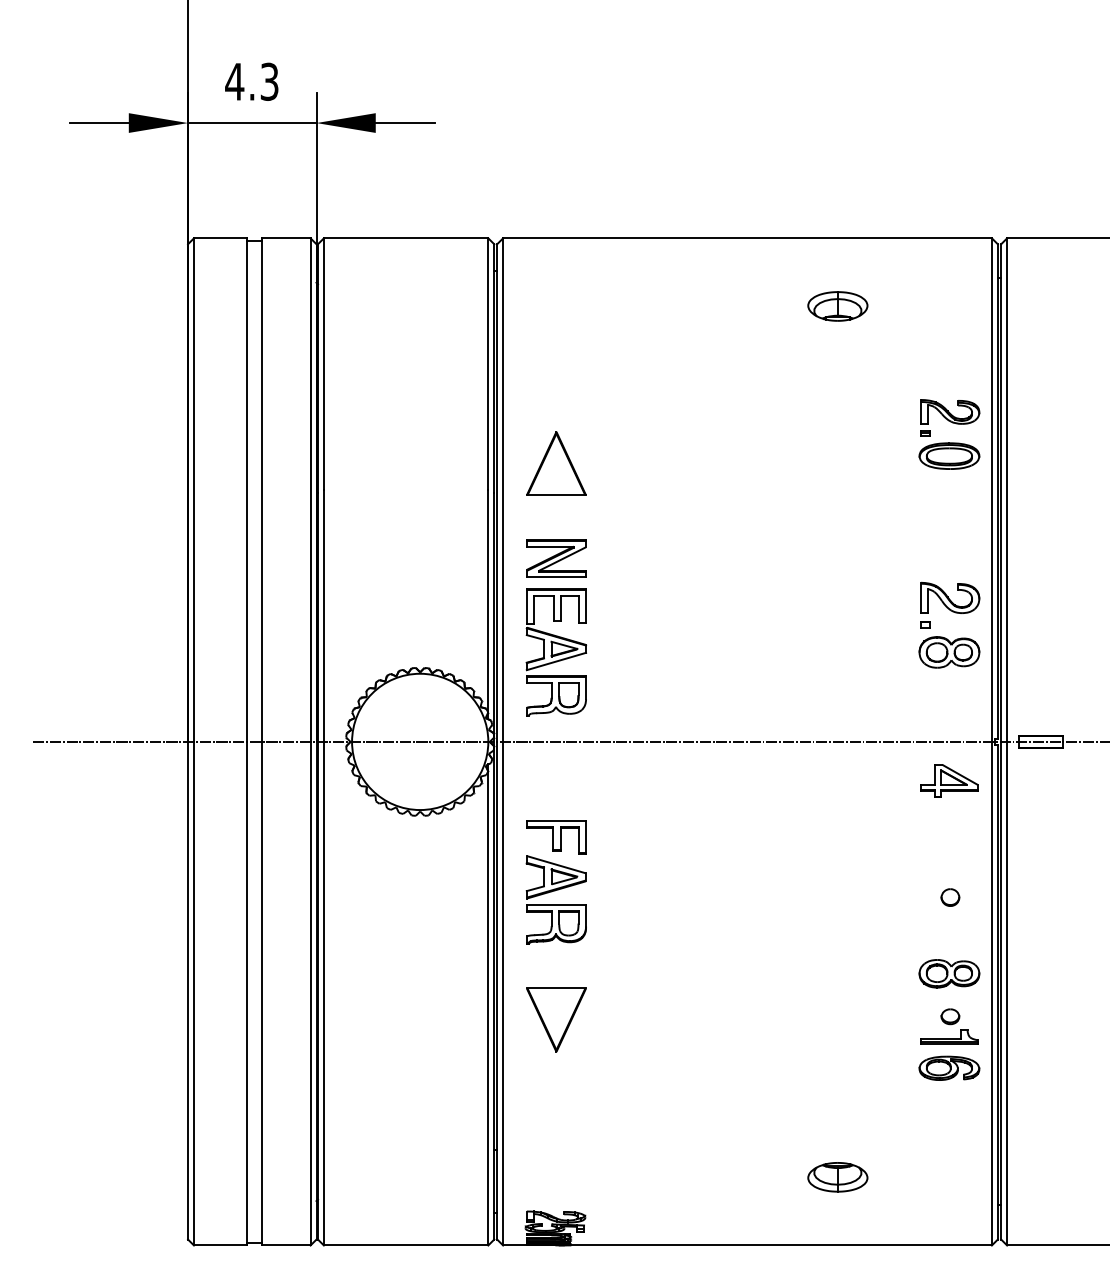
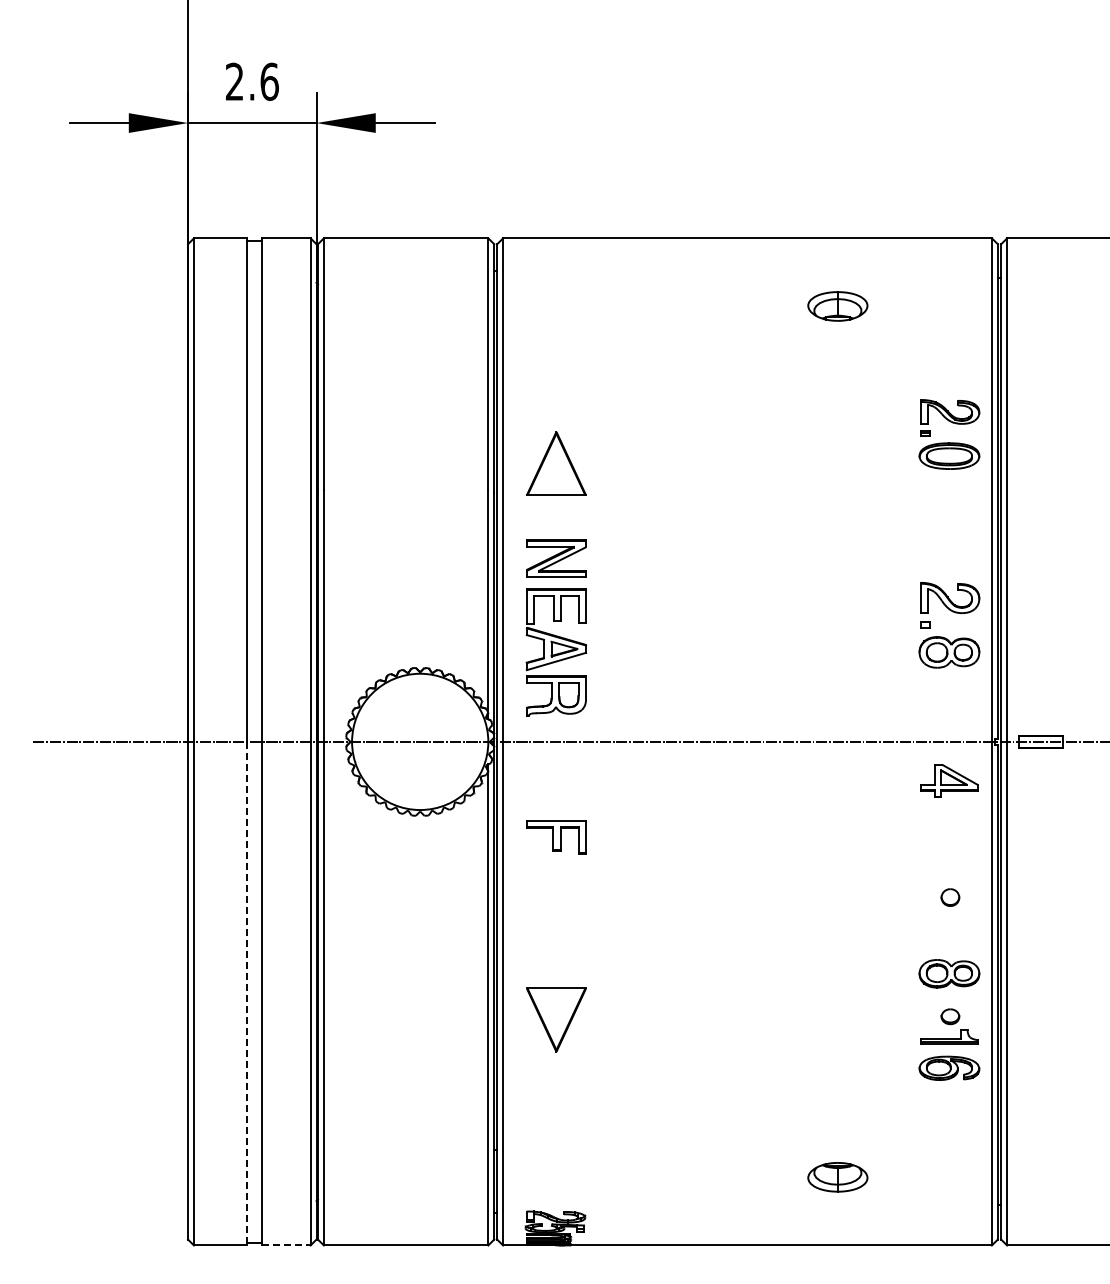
text at (251, 81): 4.3 -> 2.6
part at (555, 899): present -> none
line at (247, 993): solid -> dashed
line at (286, 1245): solid -> dashed
